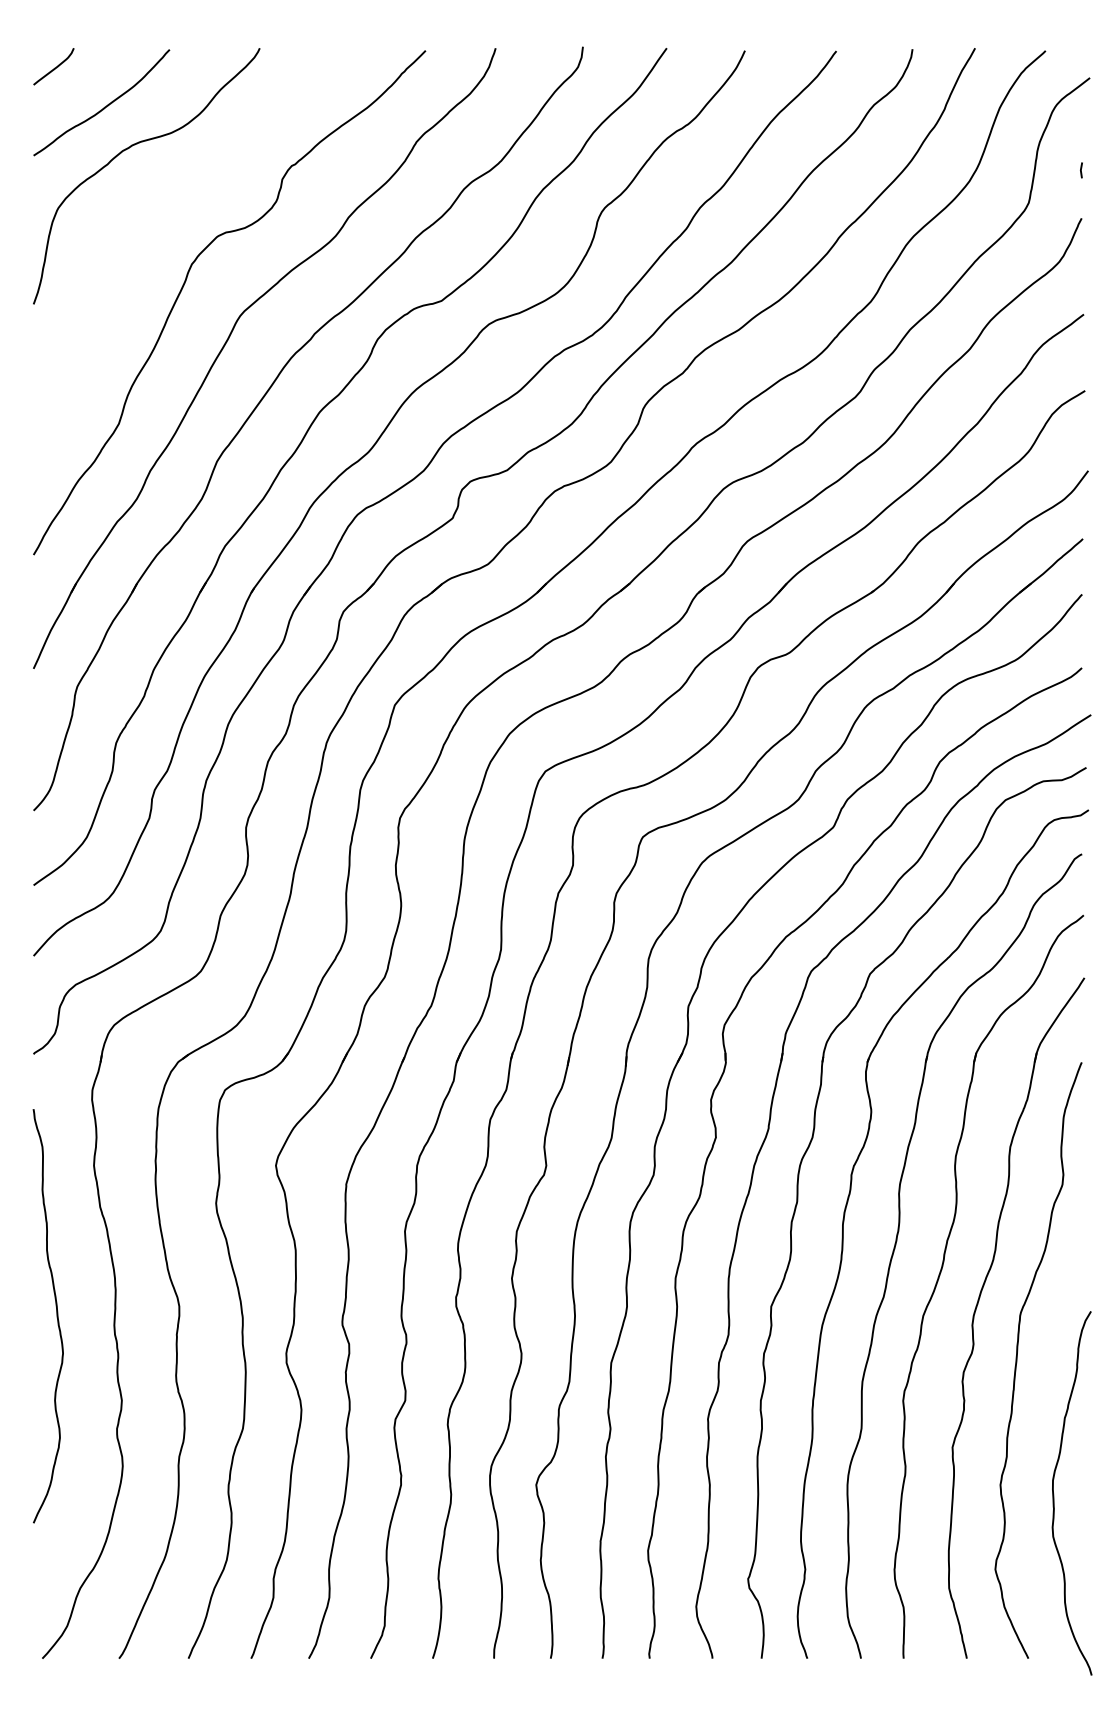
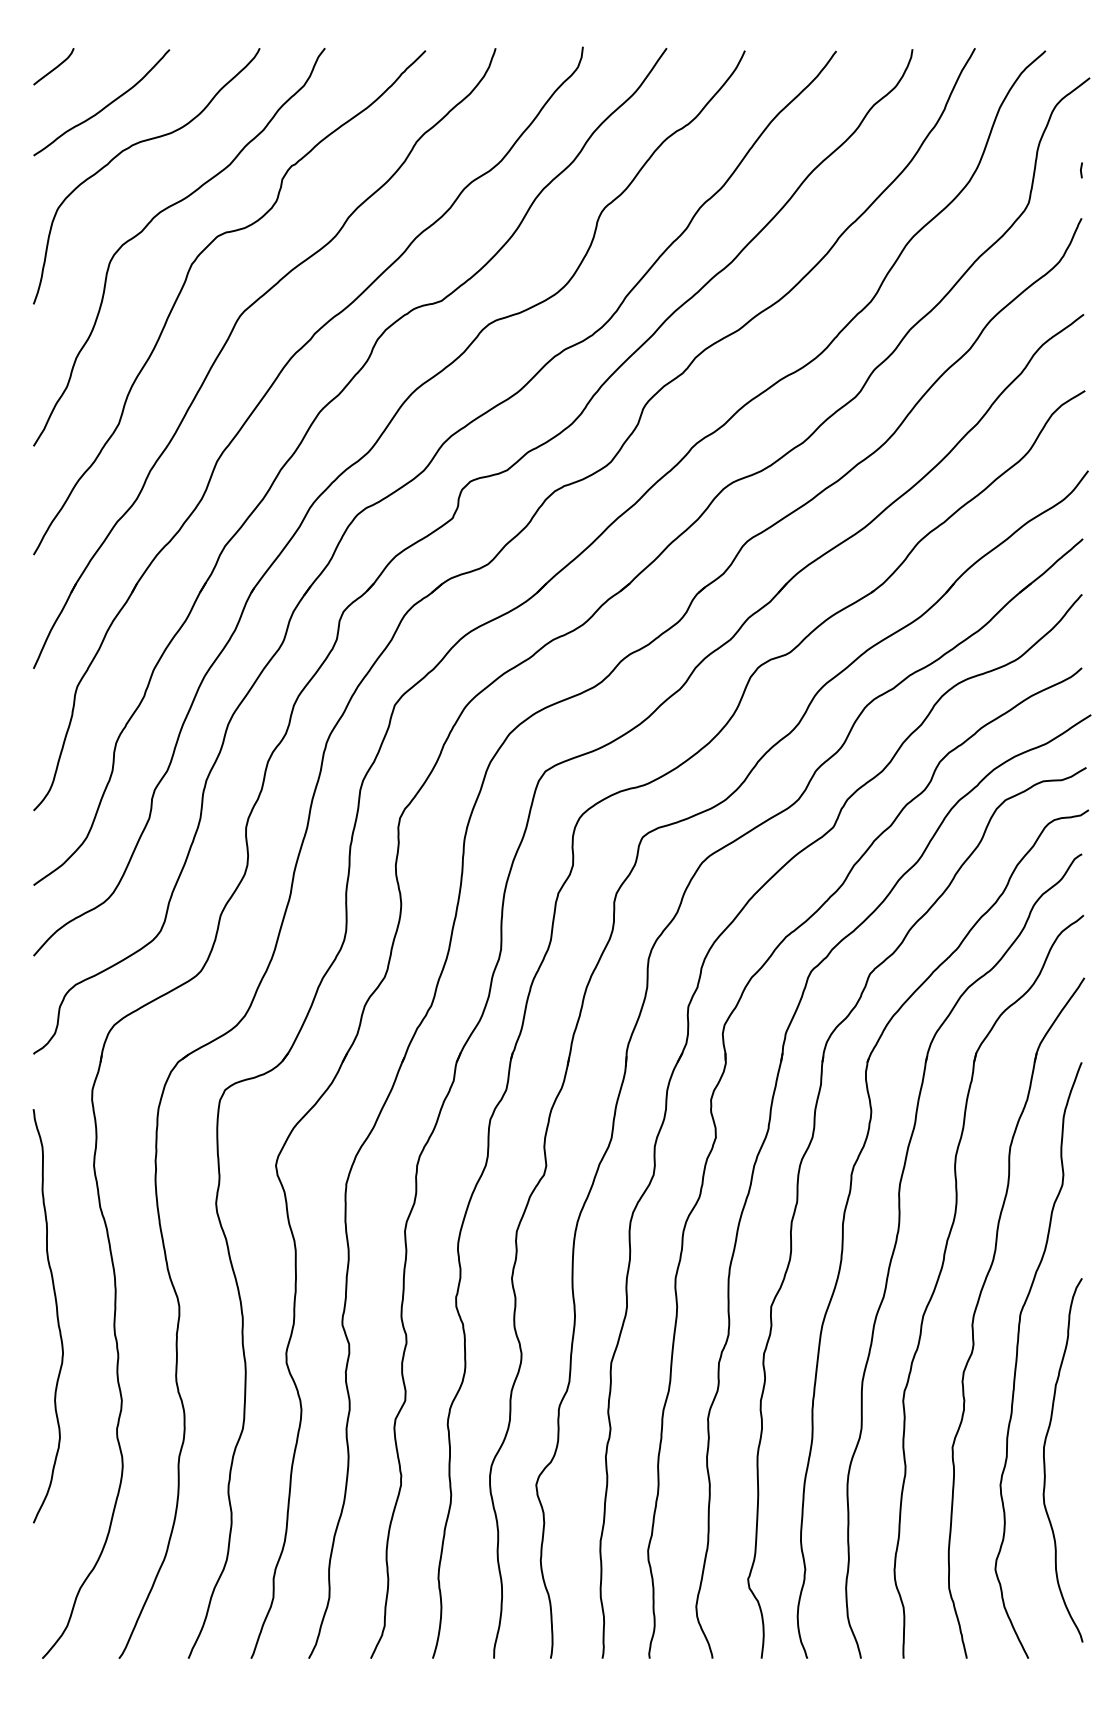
curve at (150, 223): none -> present
curve at (1054, 1494) position: (1054, 1494) -> (1045, 1461)
